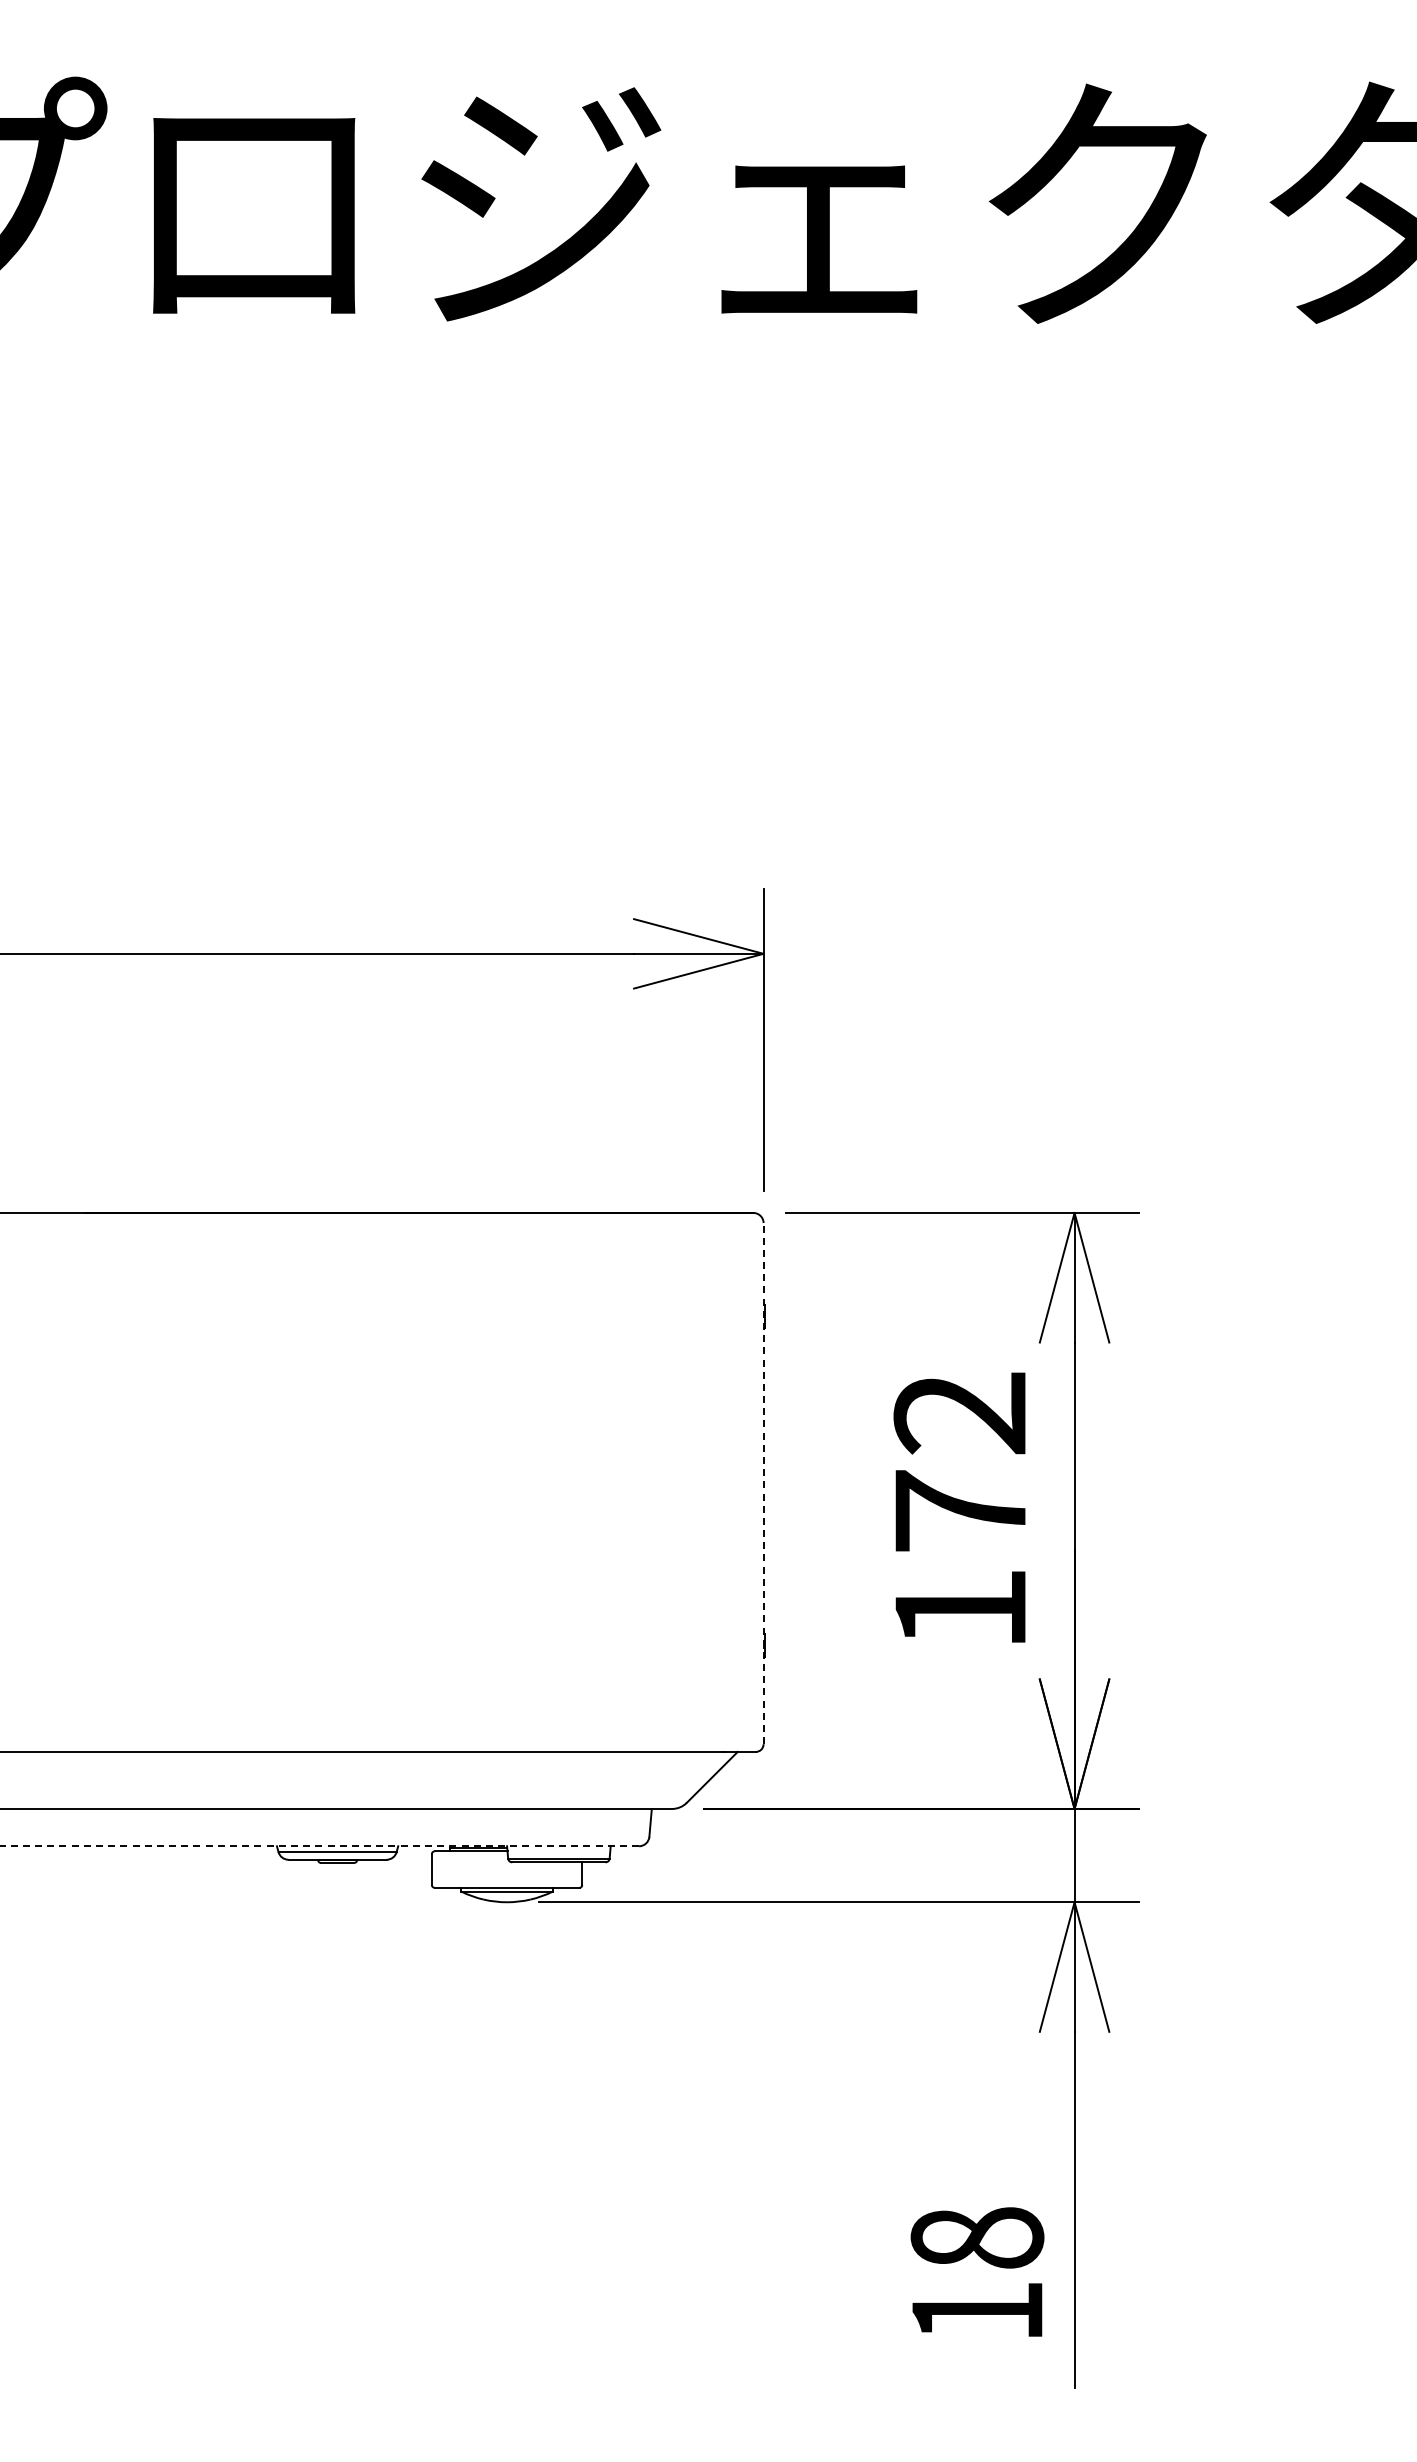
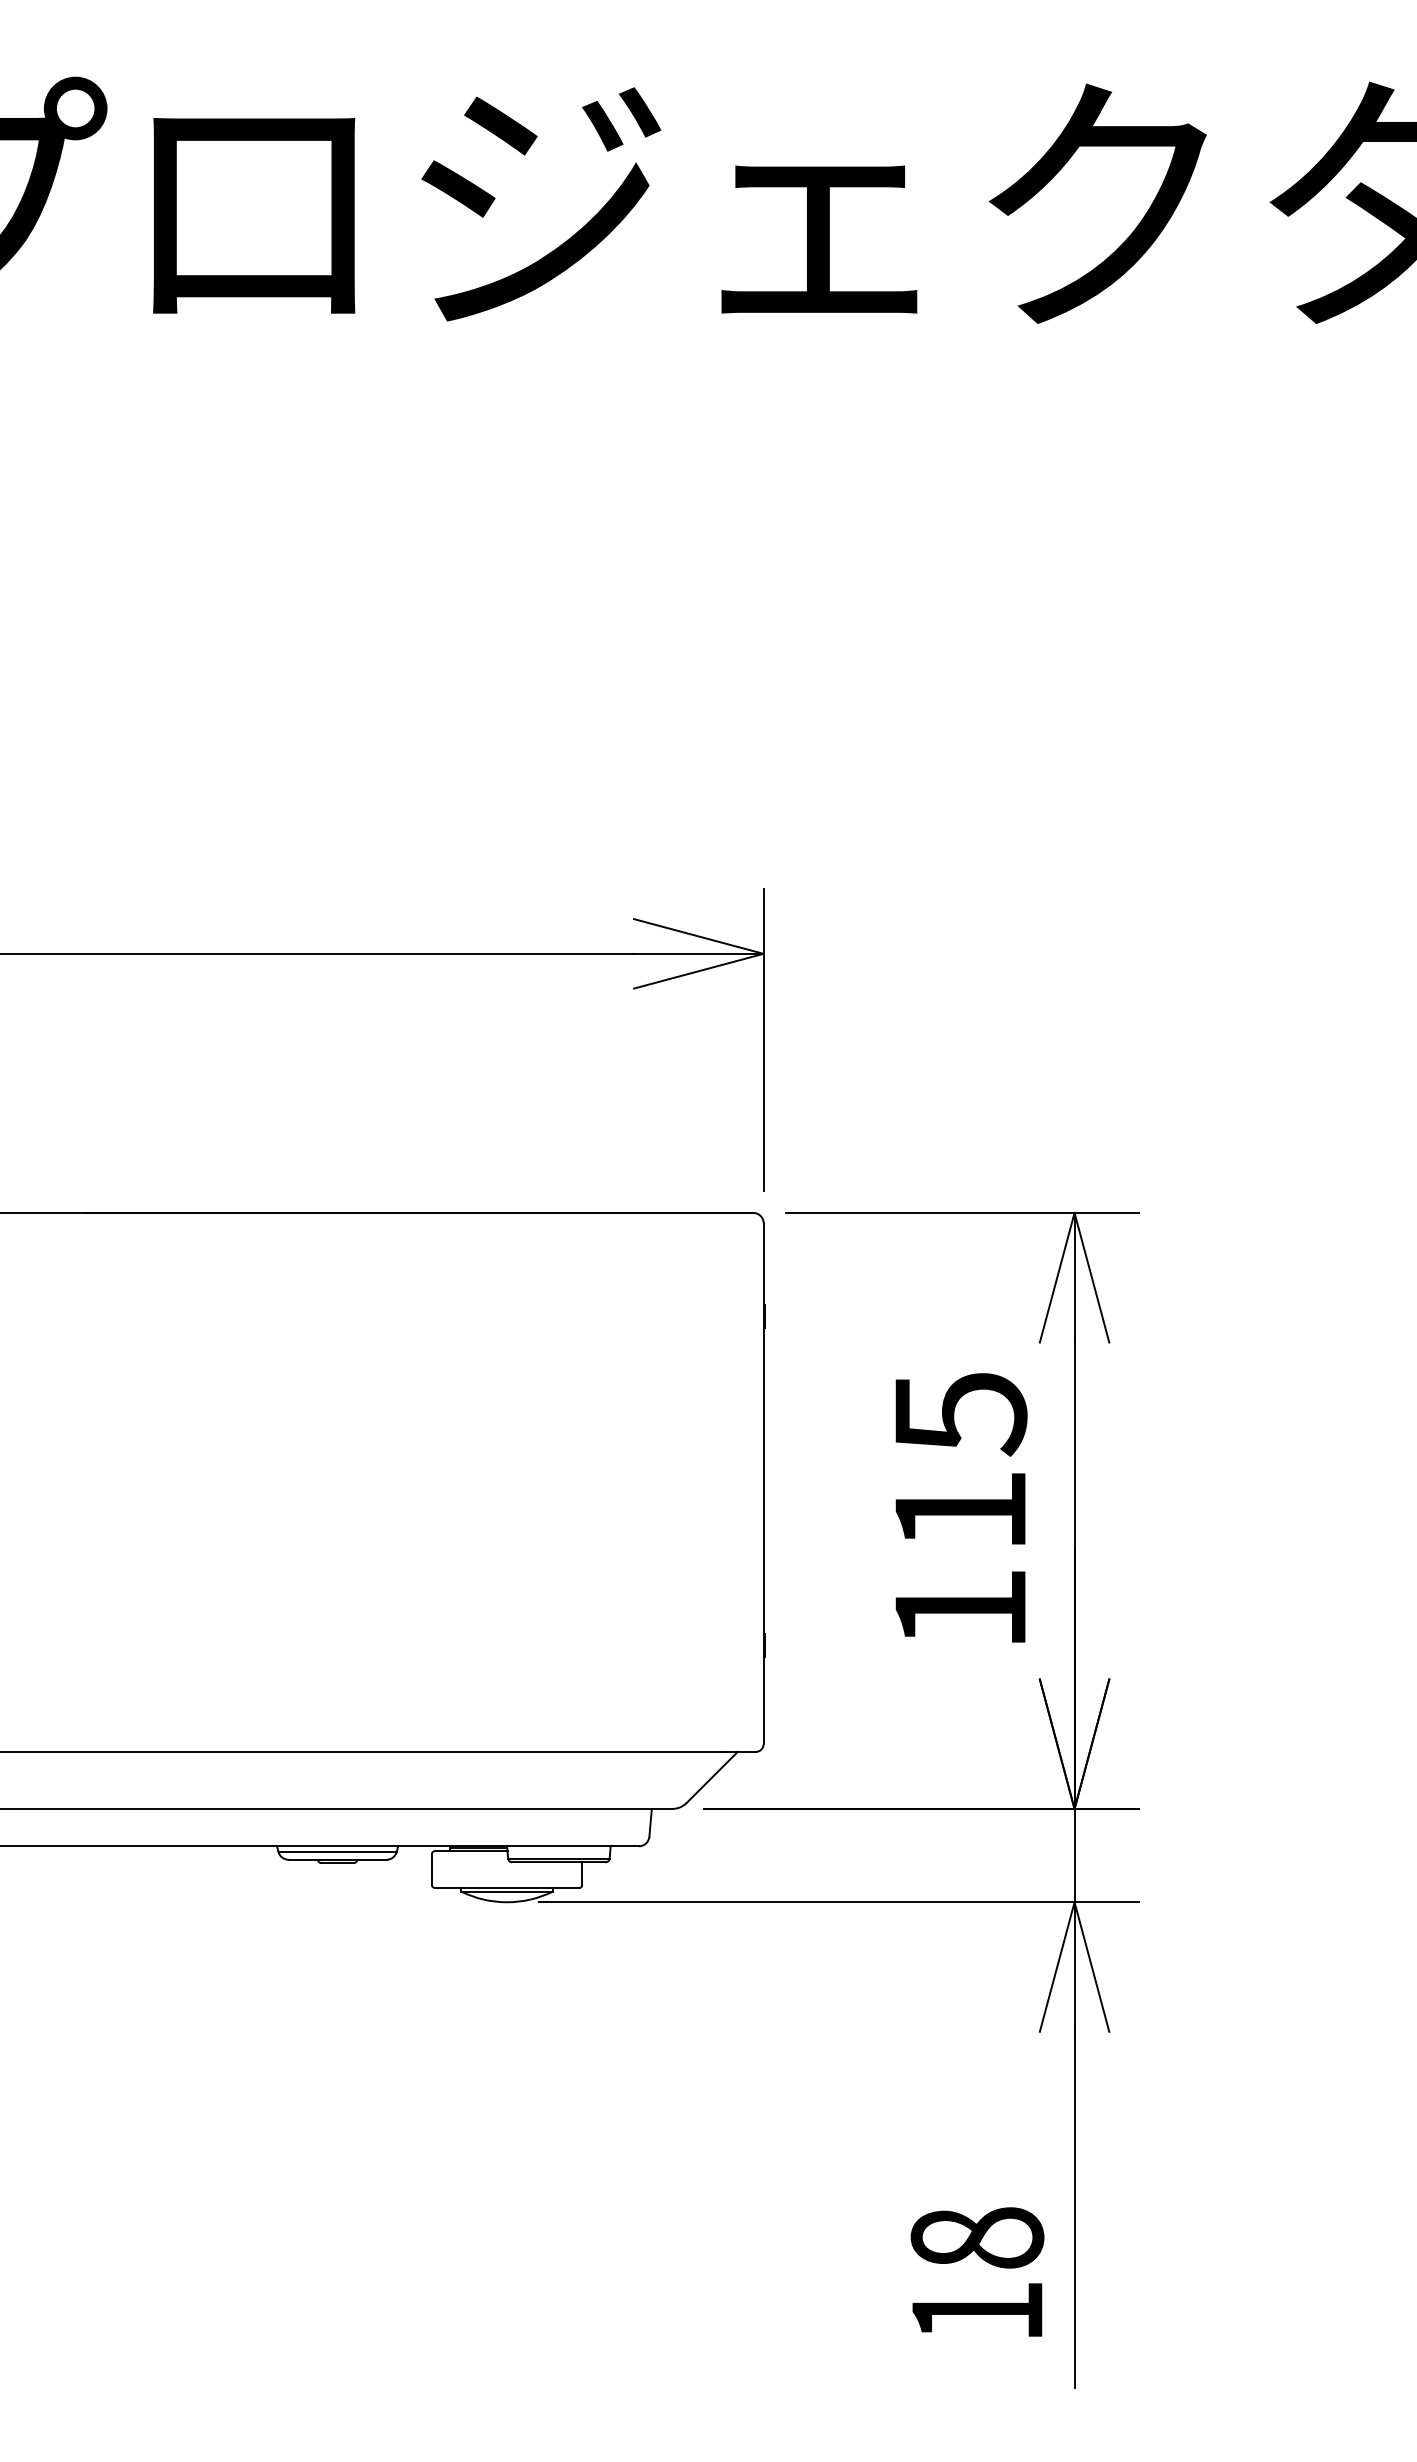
text at (960, 1461): 172 -> 115
line at (763, 1483): dashed -> solid
line at (319, 1846): dashed -> solid
